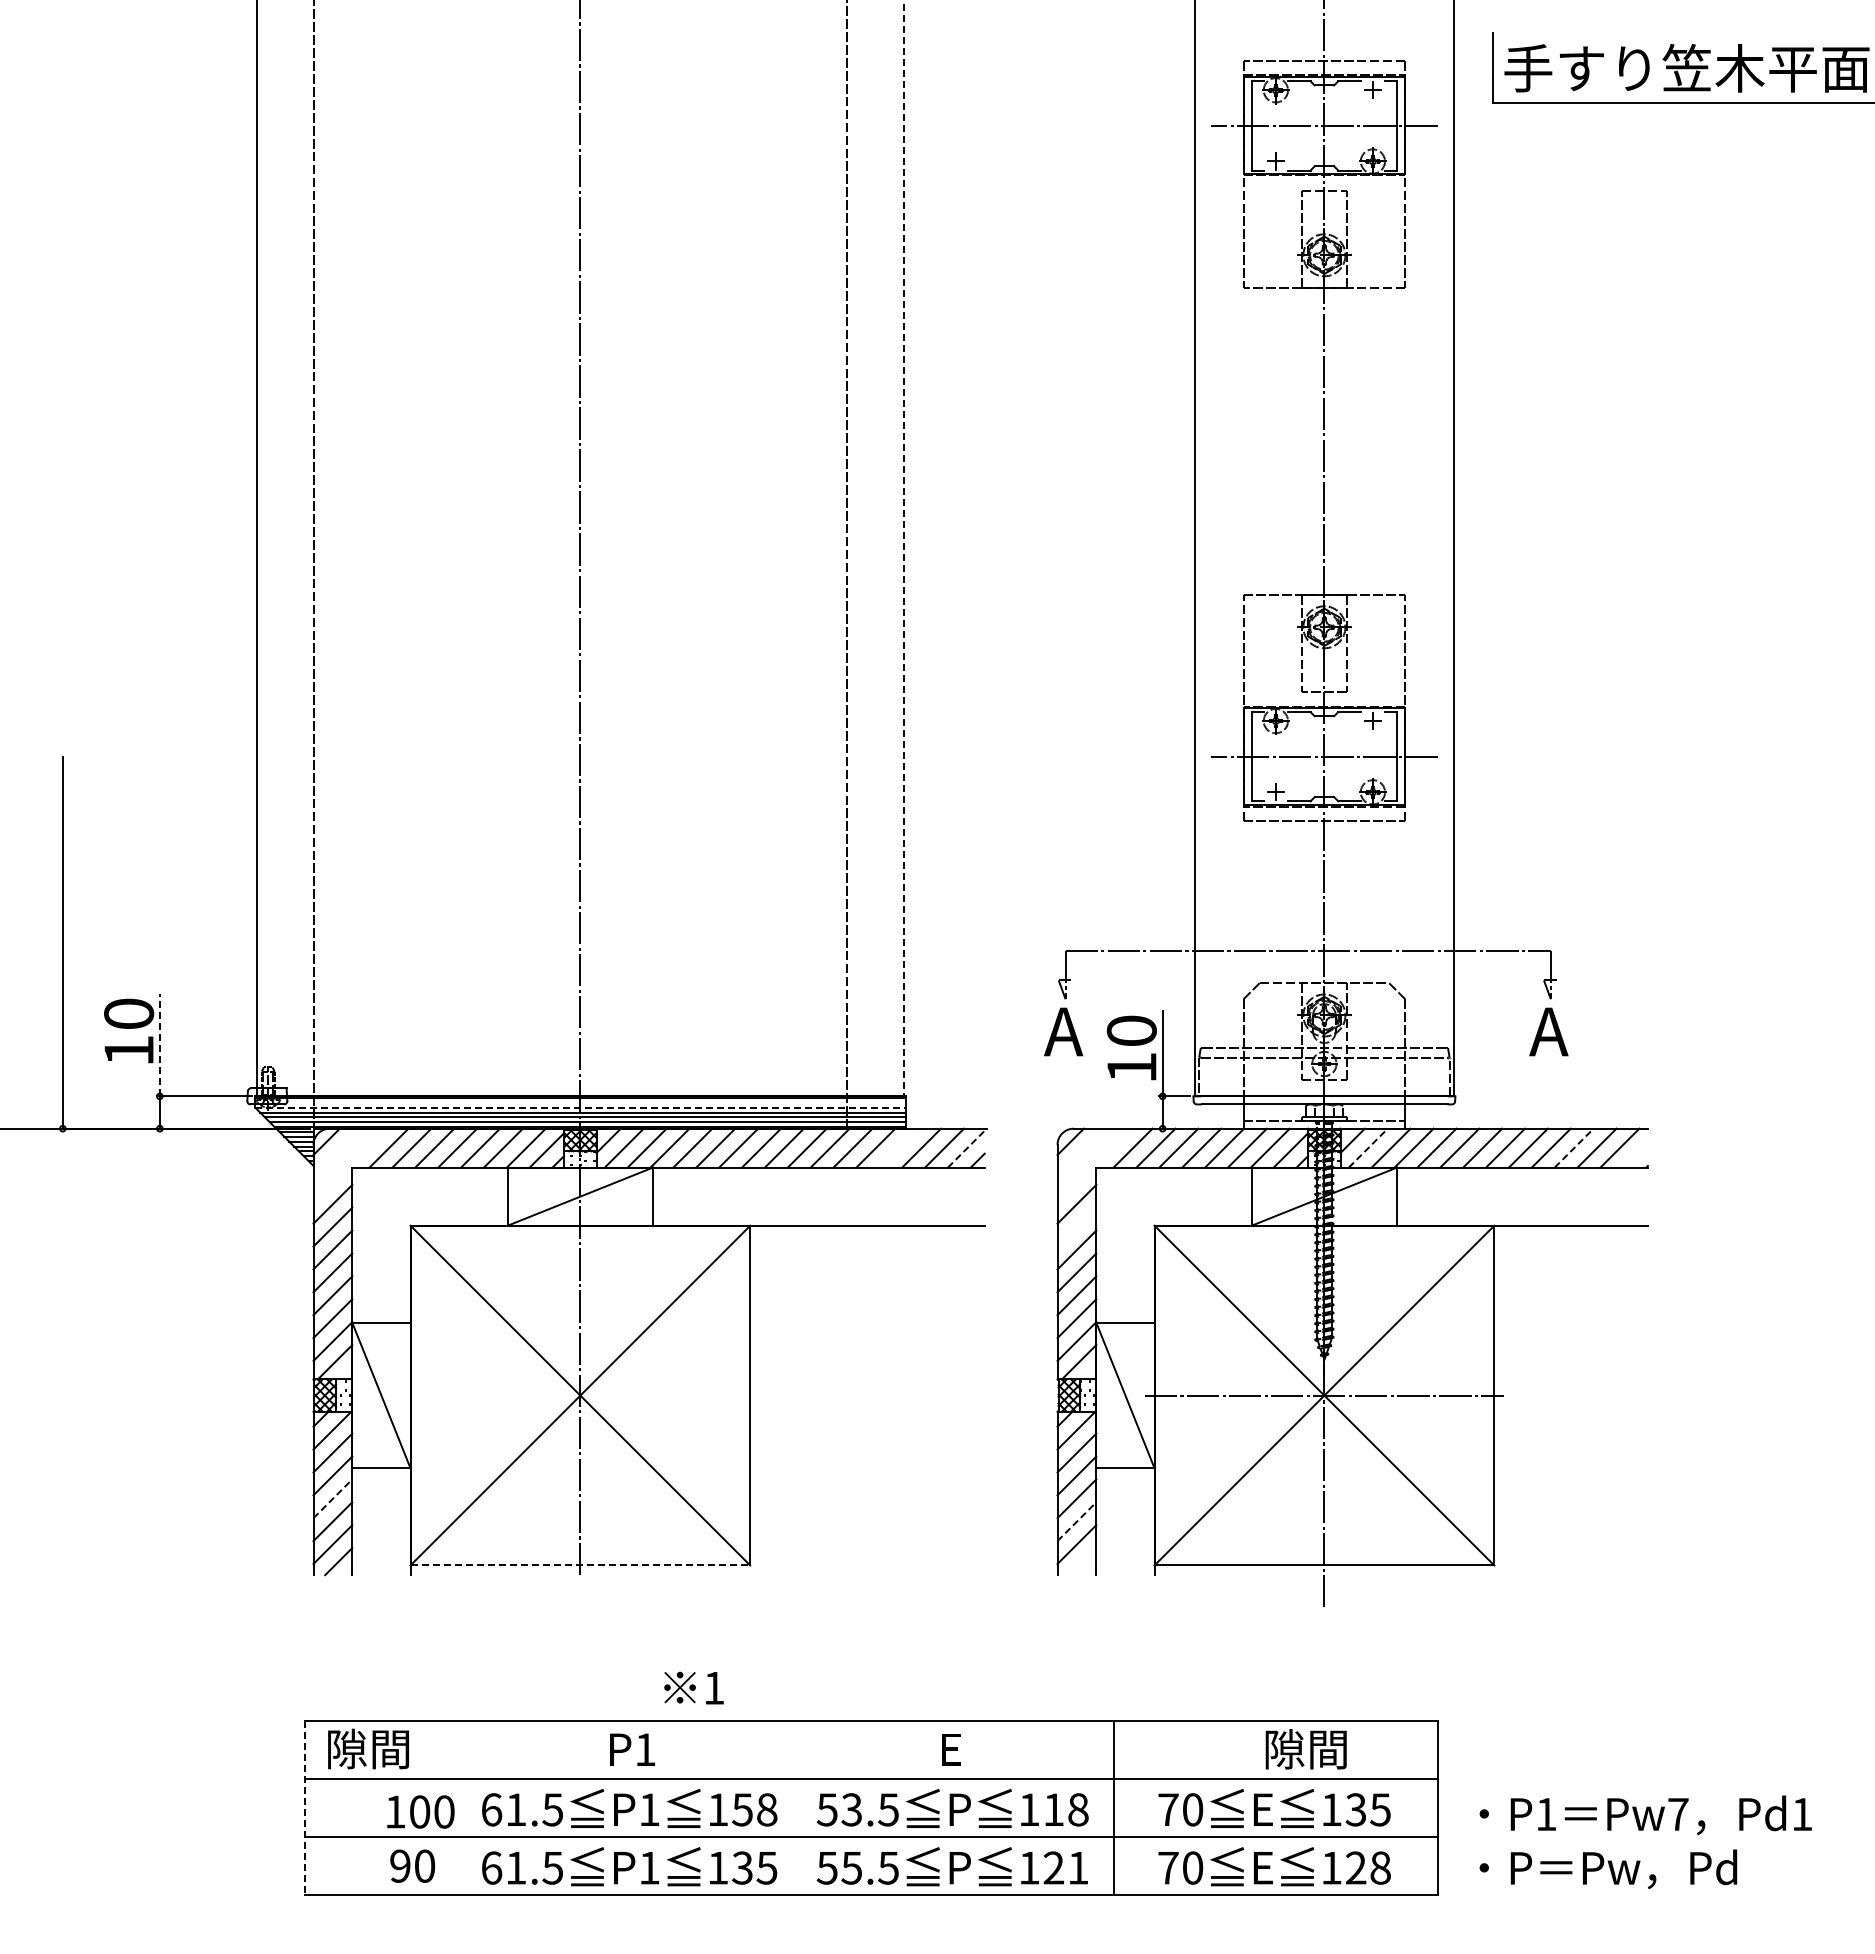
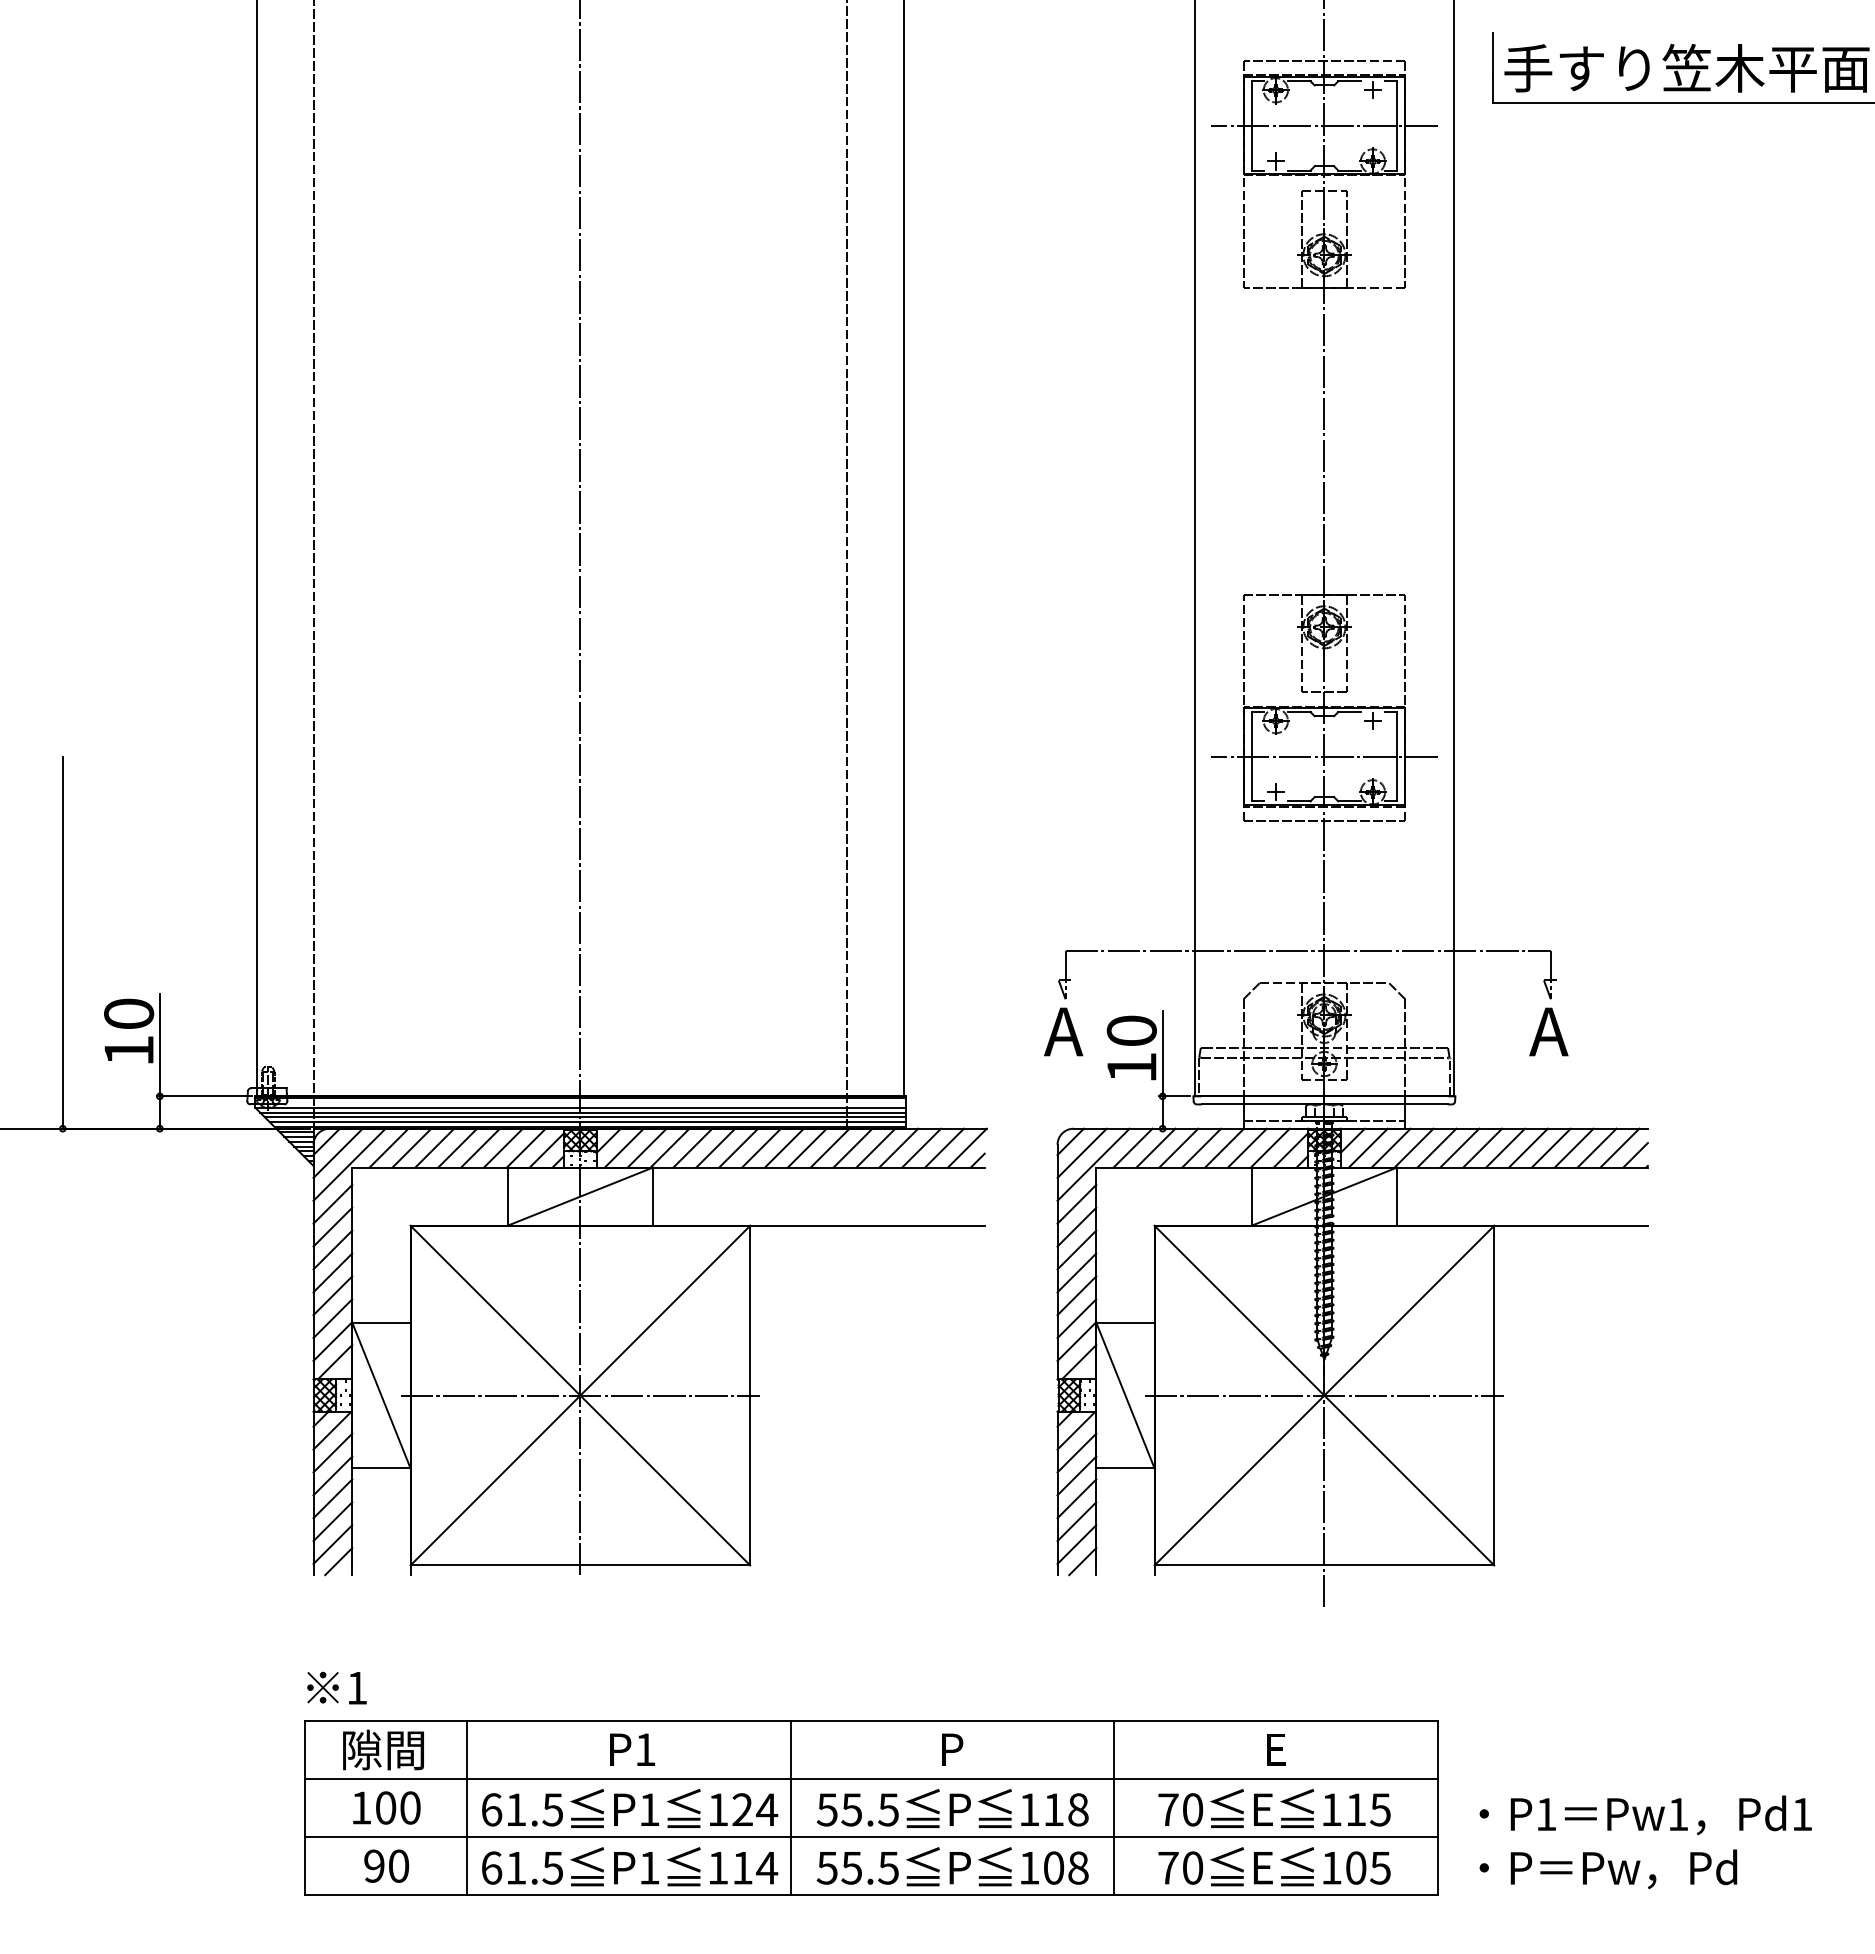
line at (903, 548): dashed -> solid
line at (159, 1045): dashed -> solid
line at (580, 1107): dashed -> solid
line at (898, 1147): none -> present
line at (967, 1147): dashed -> solid
line at (1368, 1147): dashed -> solid
line at (1574, 1147): dashed -> solid
line at (337, 1152): none -> present
line at (1081, 1152): none -> present
line at (1635, 1155): none -> present
line at (349, 1164): none -> present
line at (1093, 1164): none -> present
line at (1076, 1226): none -> present
line at (579, 1395): none -> present
line at (333, 1498): dashed -> solid
line at (1077, 1521): dashed -> solid
line at (1082, 1561): none -> present
line at (580, 1565): dashed -> solid
text at (693, 1687) position: (693, 1687) -> (336, 1687)
text at (368, 1748) position: (368, 1748) -> (383, 1749)
text at (952, 1749): E -> P
text at (1305, 1749): 隙間 -> E
line at (467, 1807): none -> present
line at (790, 1807): none -> present
line at (305, 1808): dashed -> solid
text at (755, 1809): 158 -> 124
text at (851, 1809): 53.5 -> 55.5
text at (1355, 1809): 135 -> 115
text at (420, 1811) position: (420, 1811) -> (386, 1807)
text at (1678, 1814): Pw7 -> Pw1
text at (412, 1865) position: (412, 1865) -> (386, 1865)
text at (755, 1867): 135 -> 114
text at (1065, 1867): 121 -> 108
text at (1368, 1867): 128 -> 105
